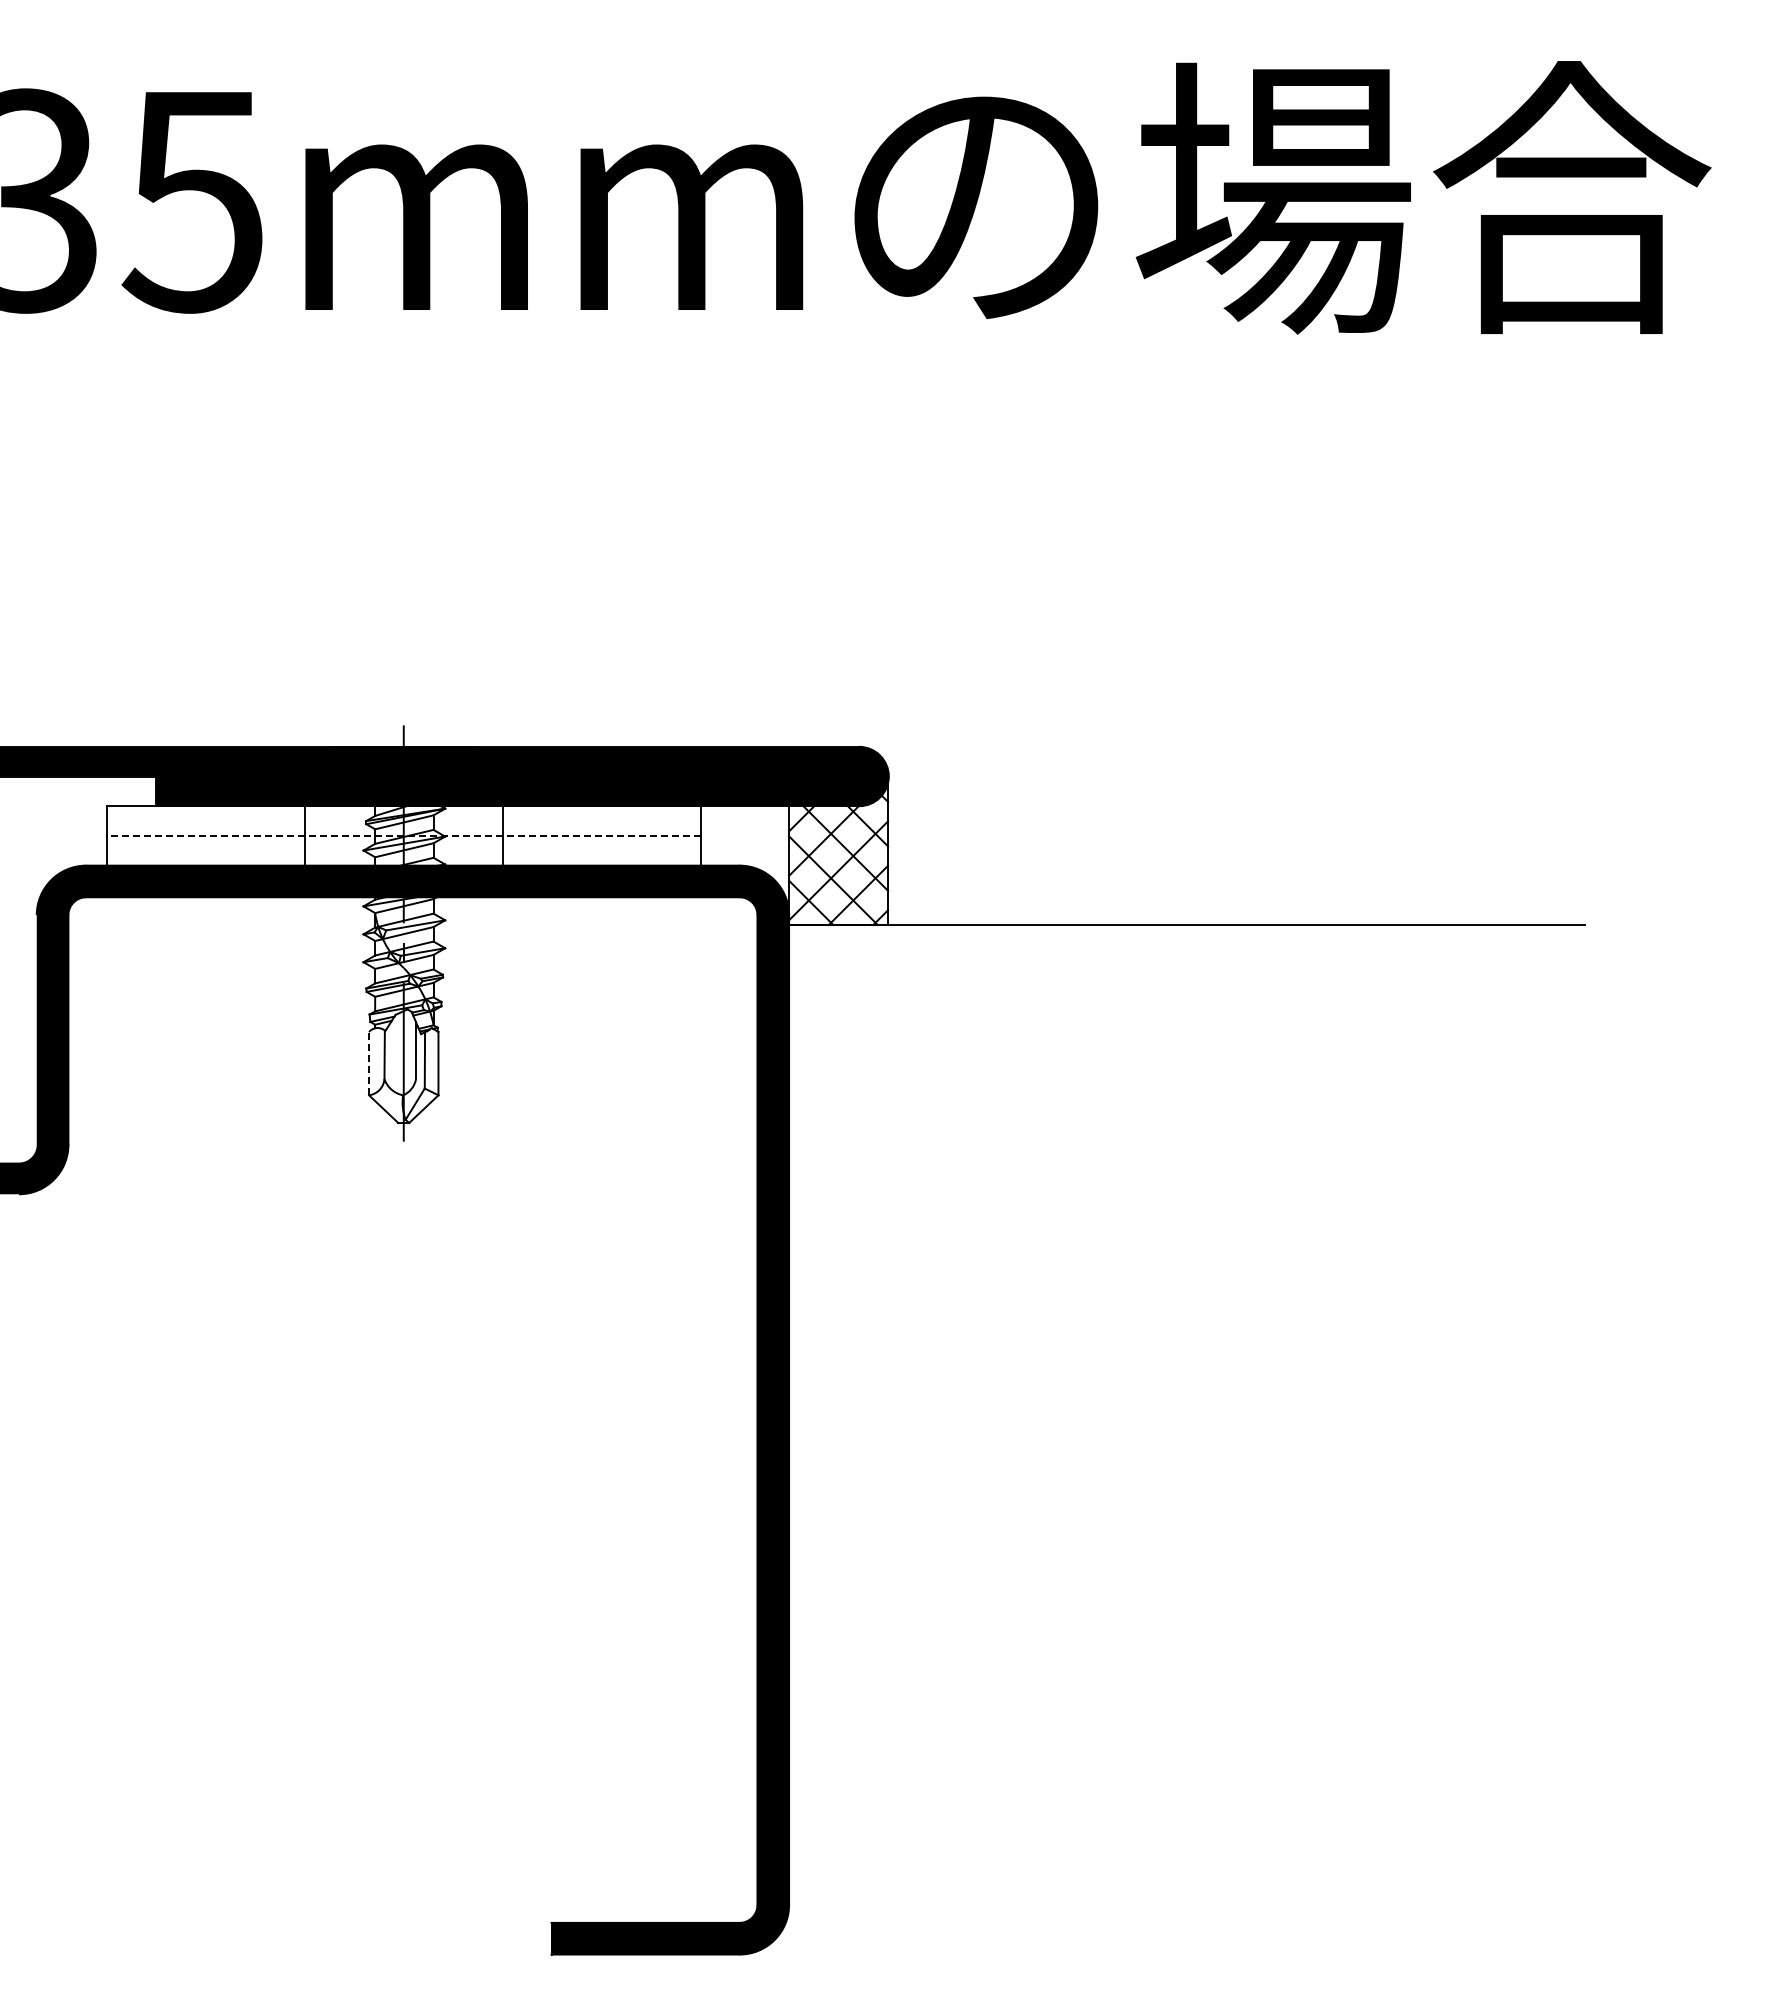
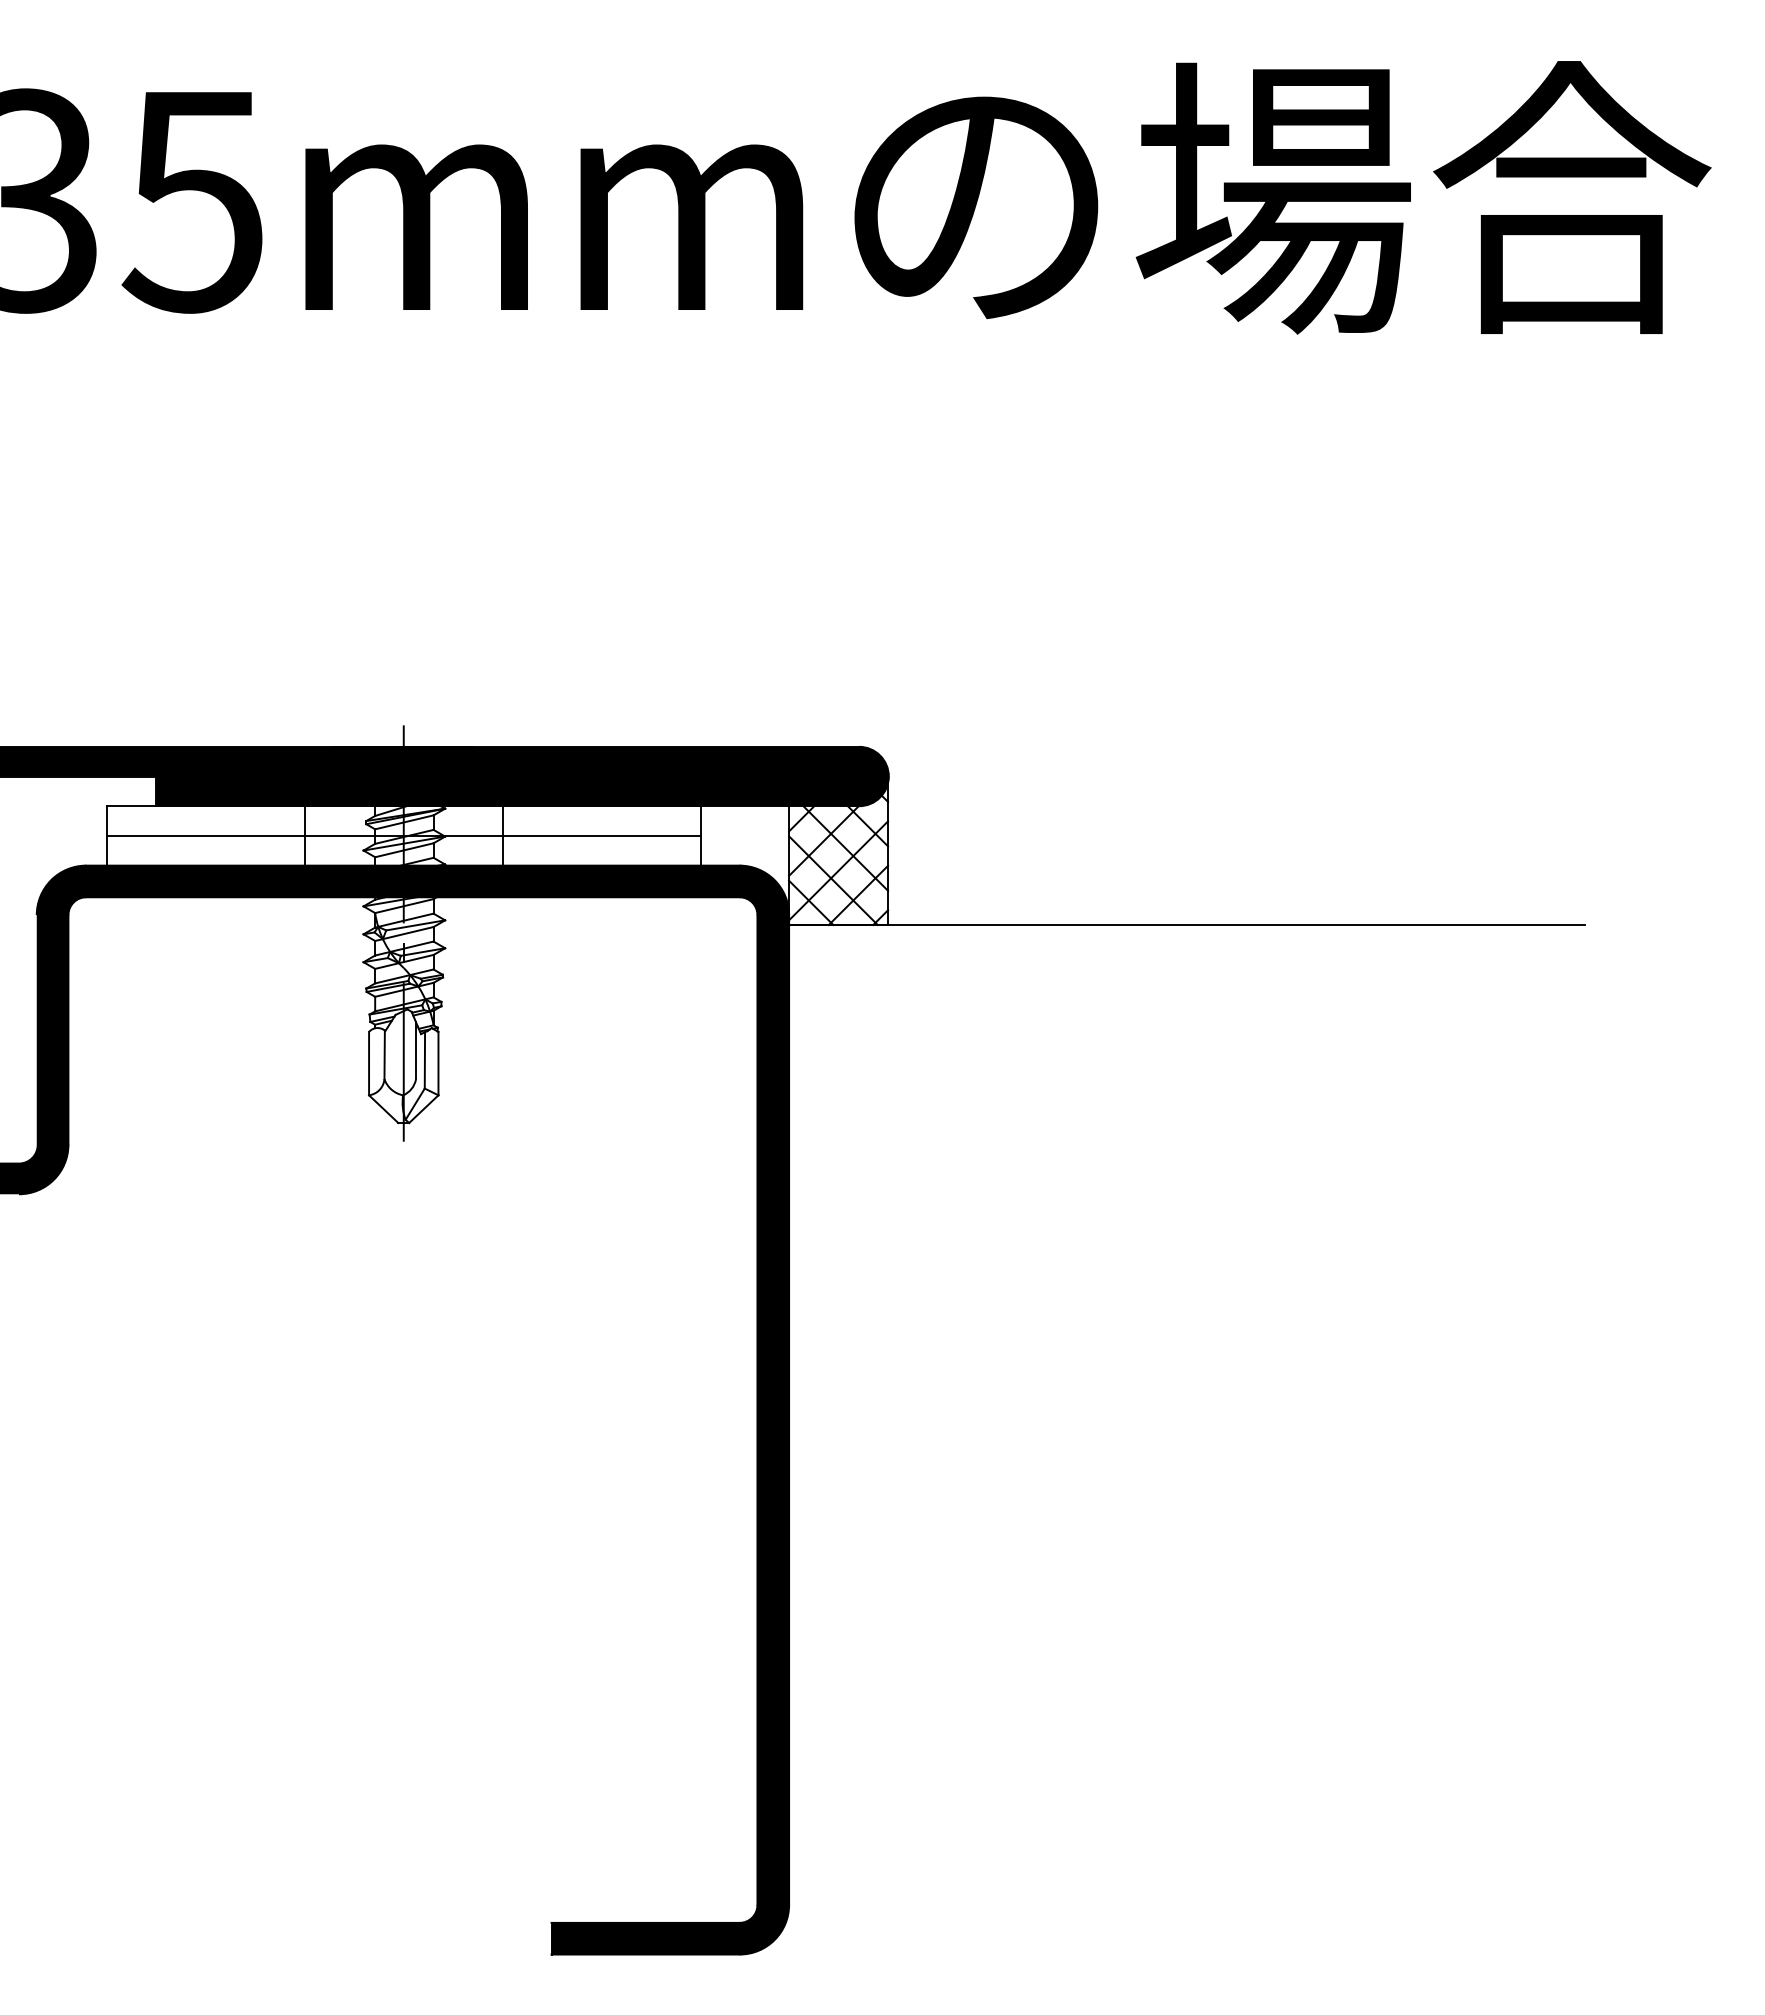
line at (403, 835): dashed -> solid
line at (369, 1063): dashed -> solid
